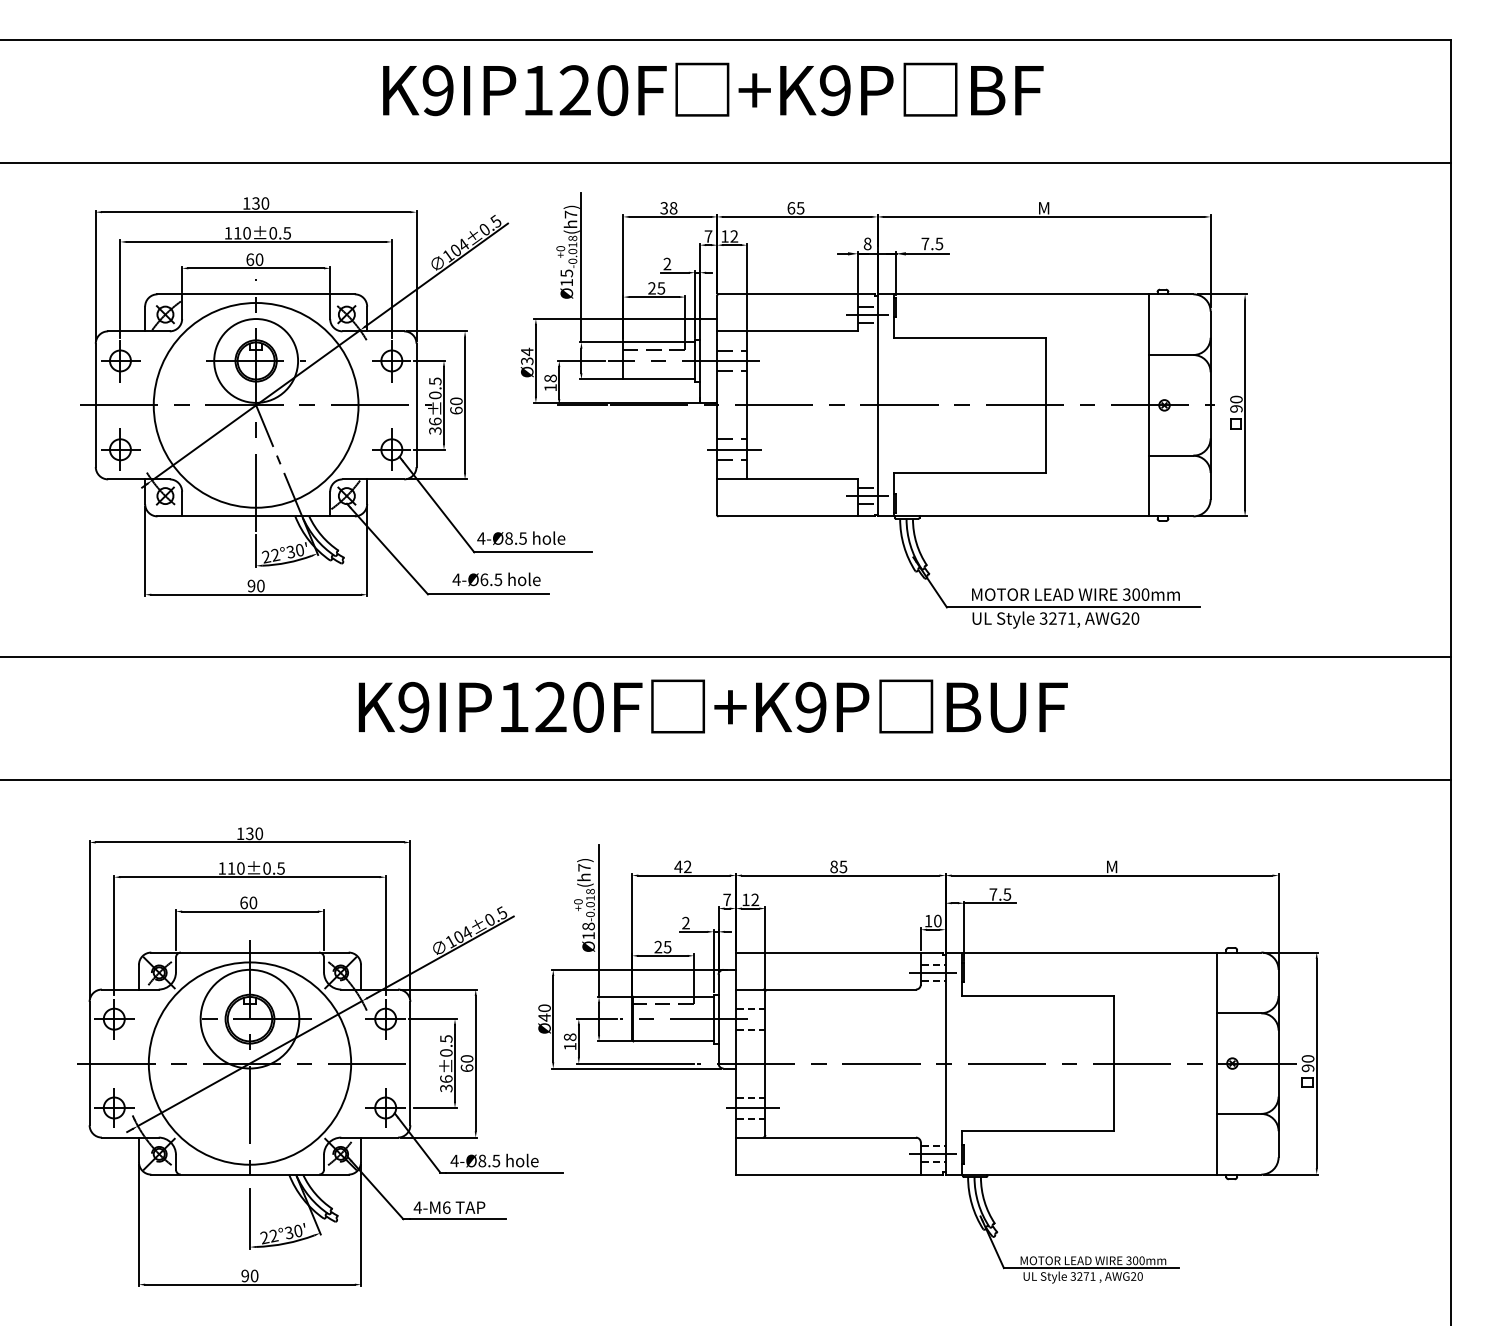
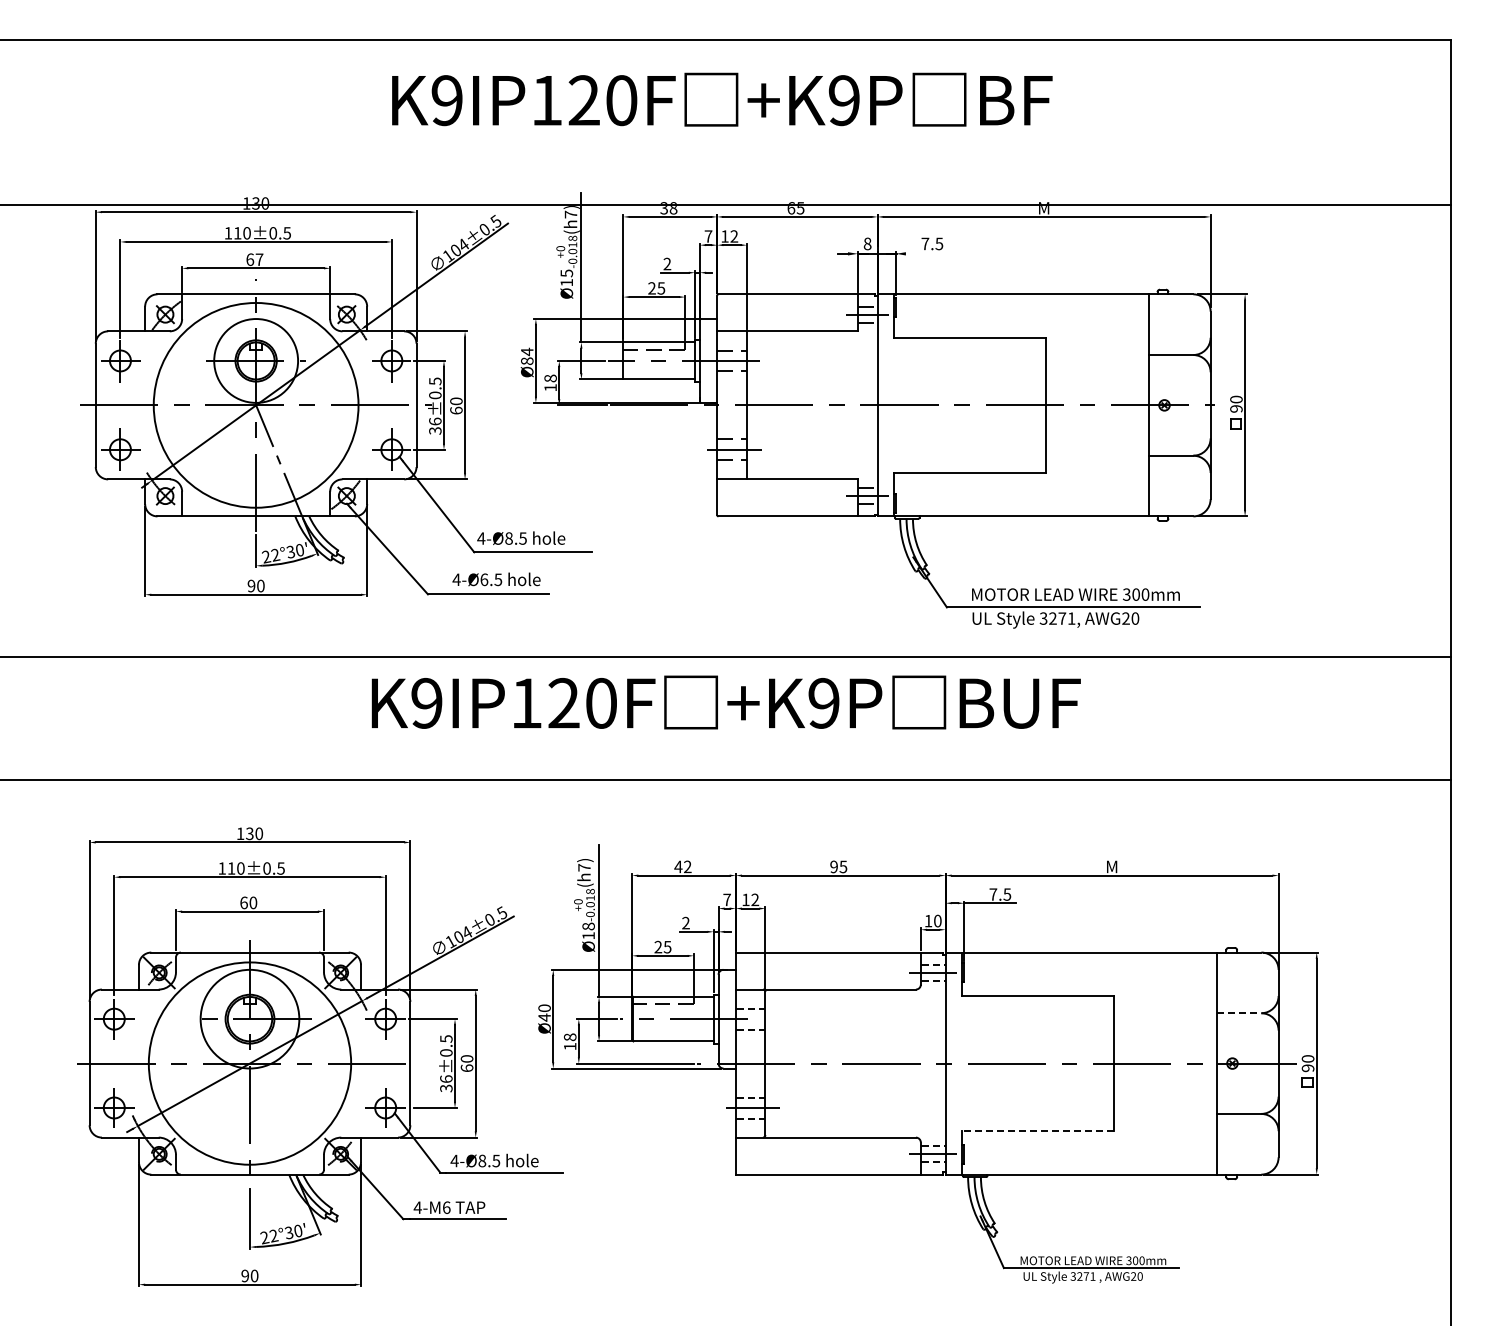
text at (713, 89) position: (713, 89) -> (722, 99)
line at (726, 163) position: (726, 163) -> (726, 205)
line at (927, 253): present -> none
text at (259, 259): 60 -> 67
text at (527, 361): 34 -> 84
text at (712, 706) position: (712, 706) -> (725, 702)
text at (833, 866): 85 -> 95
line at (1239, 1013): solid -> dashed
line at (1037, 1131): solid -> dashed
